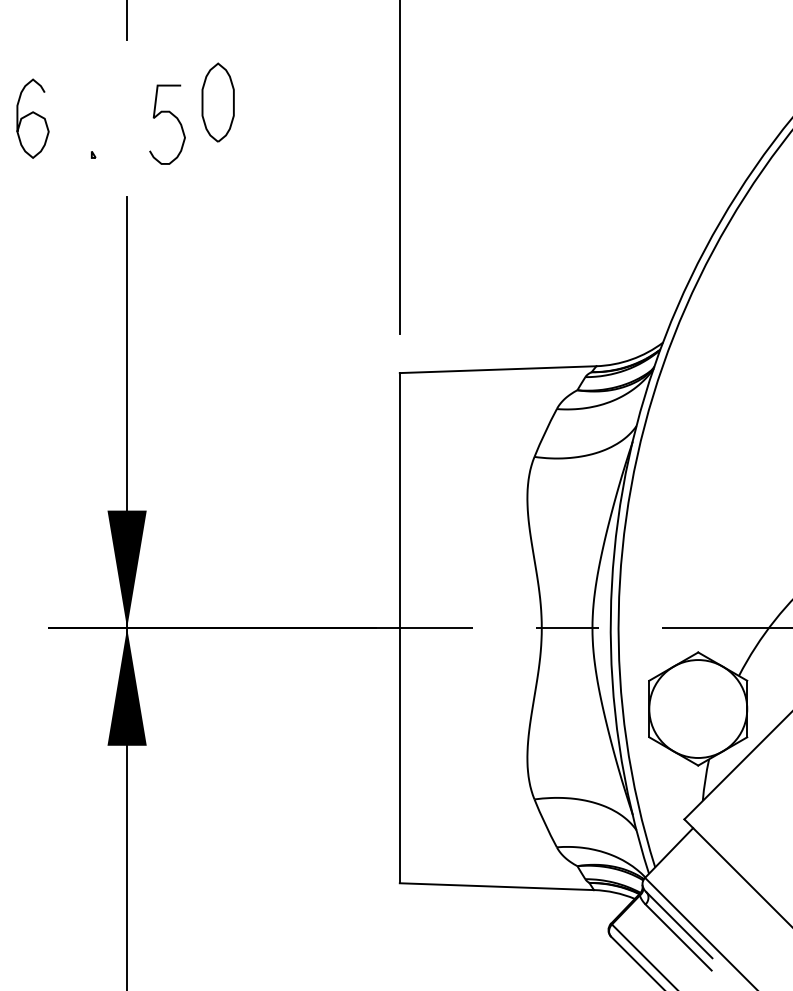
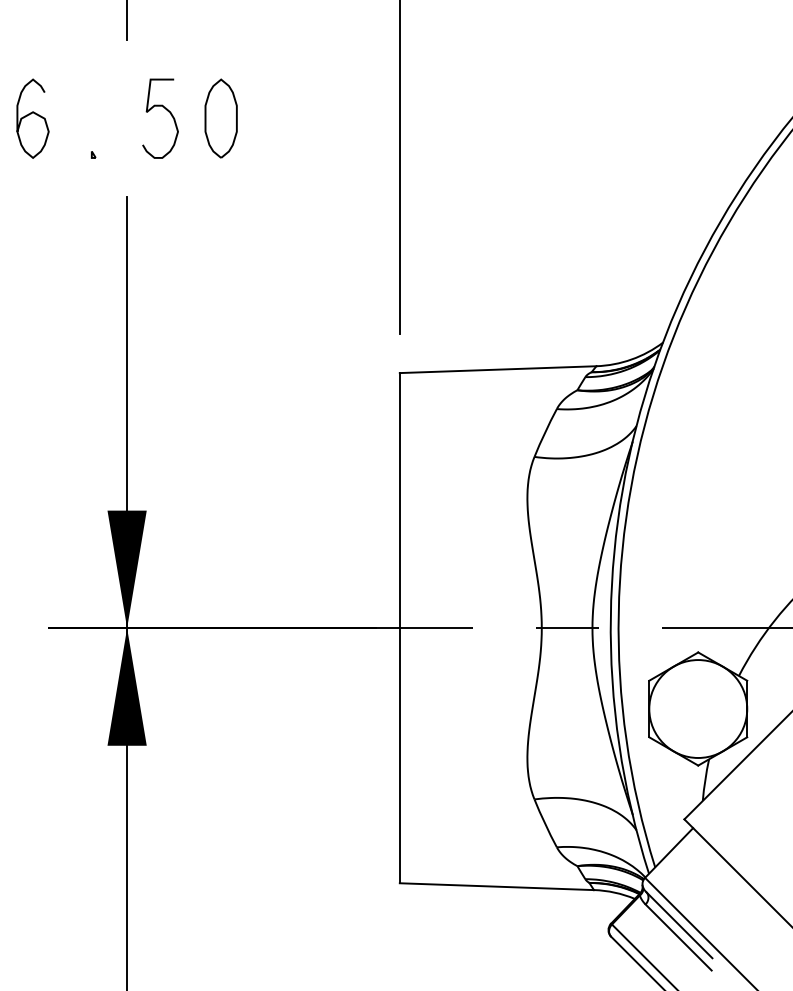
part at (217, 102) position: (217, 102) -> (220, 118)
curve at (174, 117) position: (174, 117) -> (167, 111)
